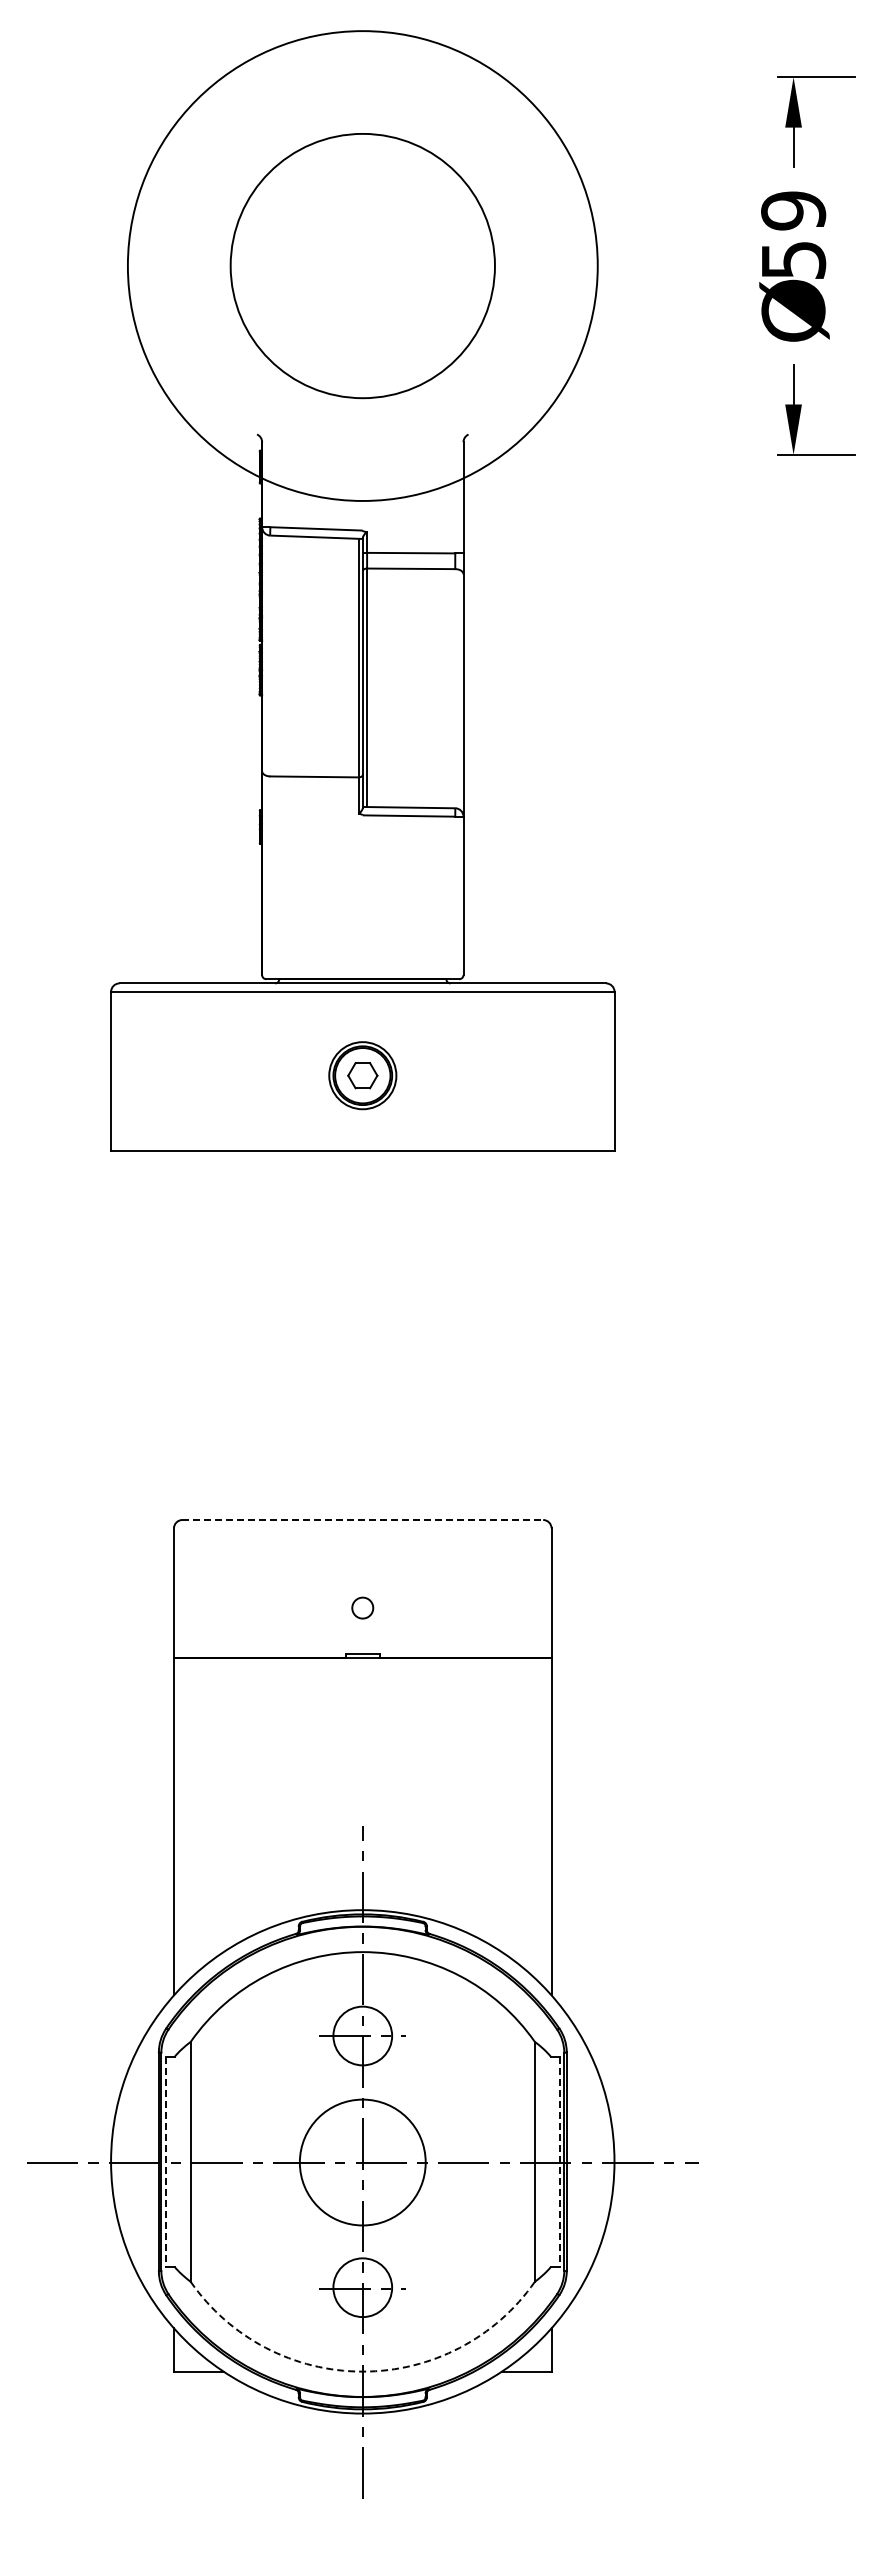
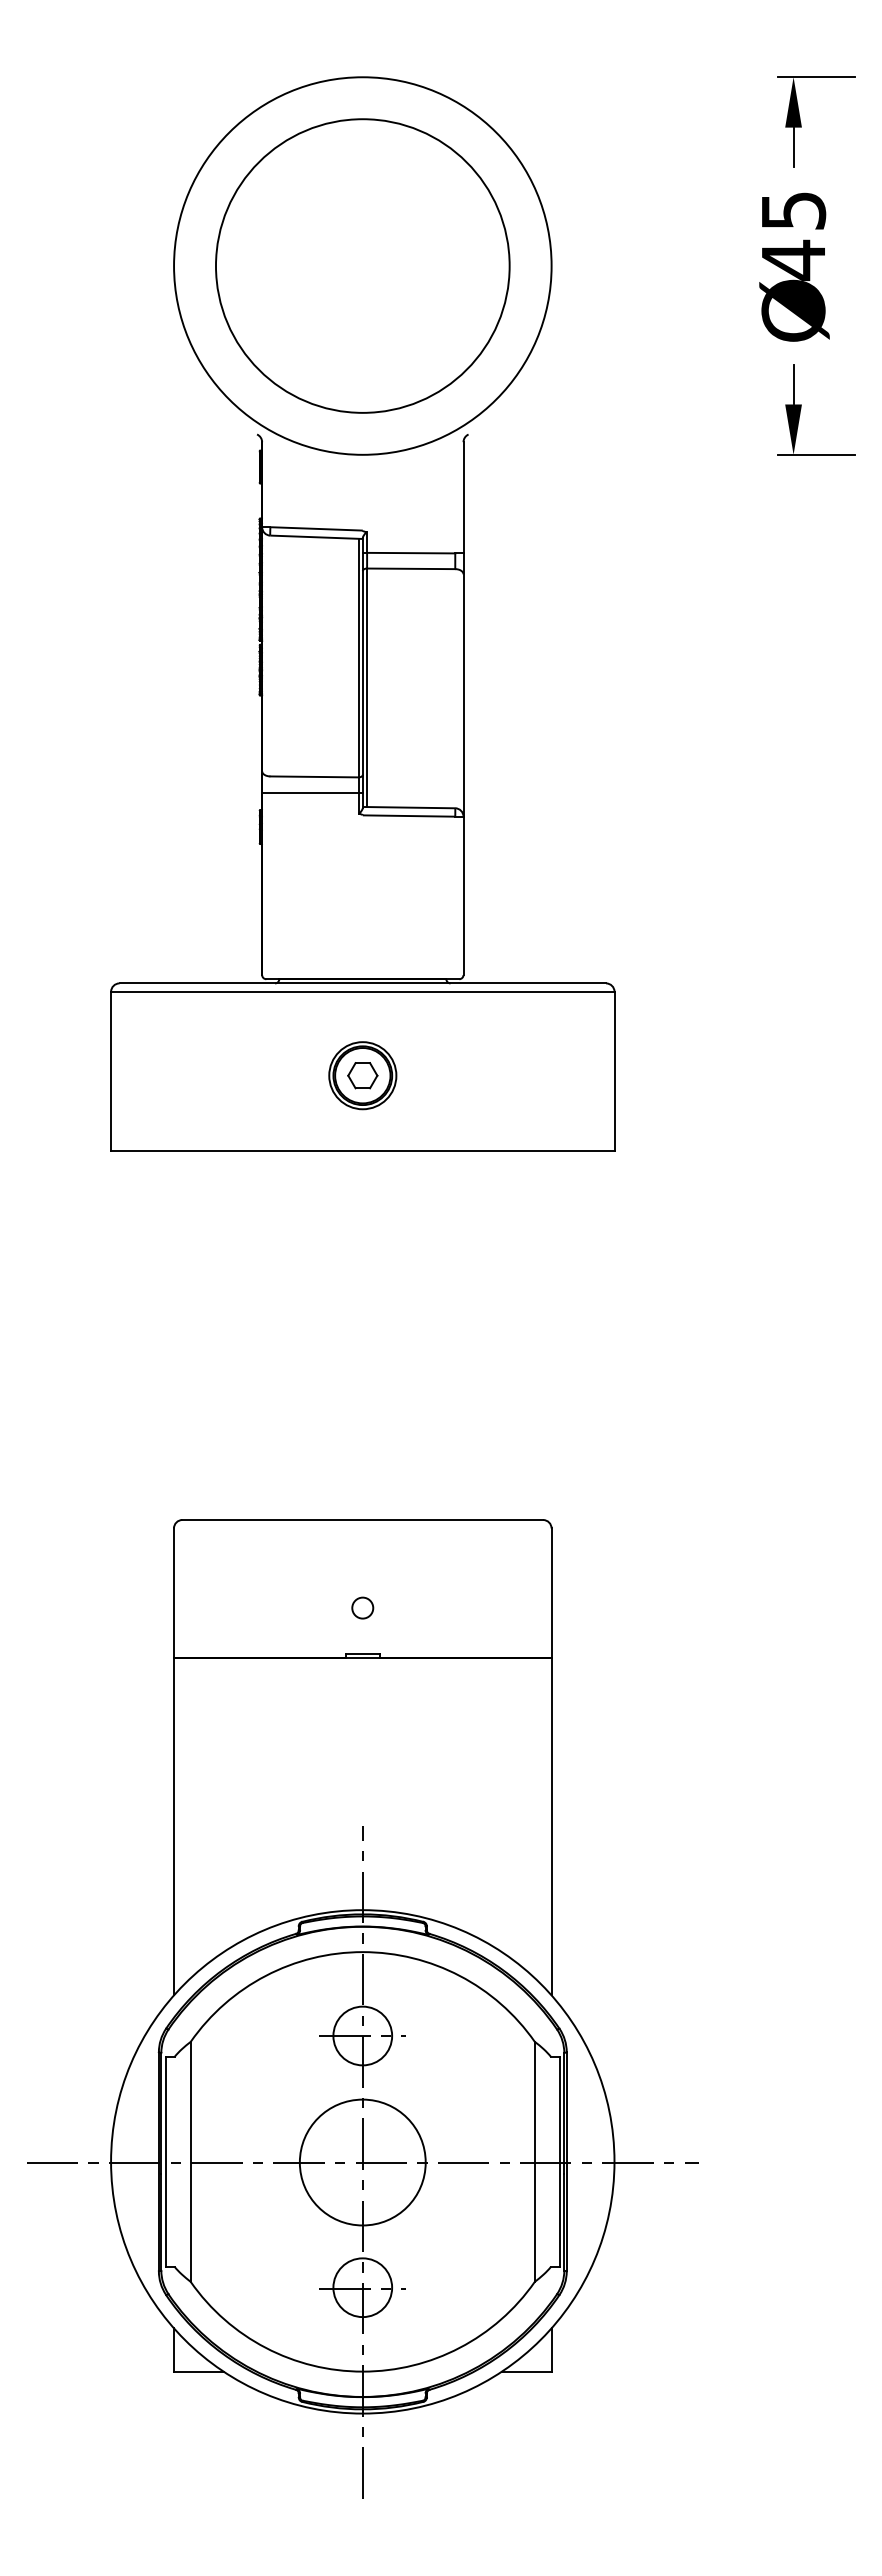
text at (793, 236): 59 -> 45
circle at (362, 265) diameter: 264 px -> 378 px
circle at (362, 265) diameter: 470 px -> 294 px
line at (312, 793): none -> present
line at (363, 1520): dashed -> solid
line at (165, 2161): dashed -> solid
line at (559, 2161): dashed -> solid
arc at (362, 2371): dashed -> solid
